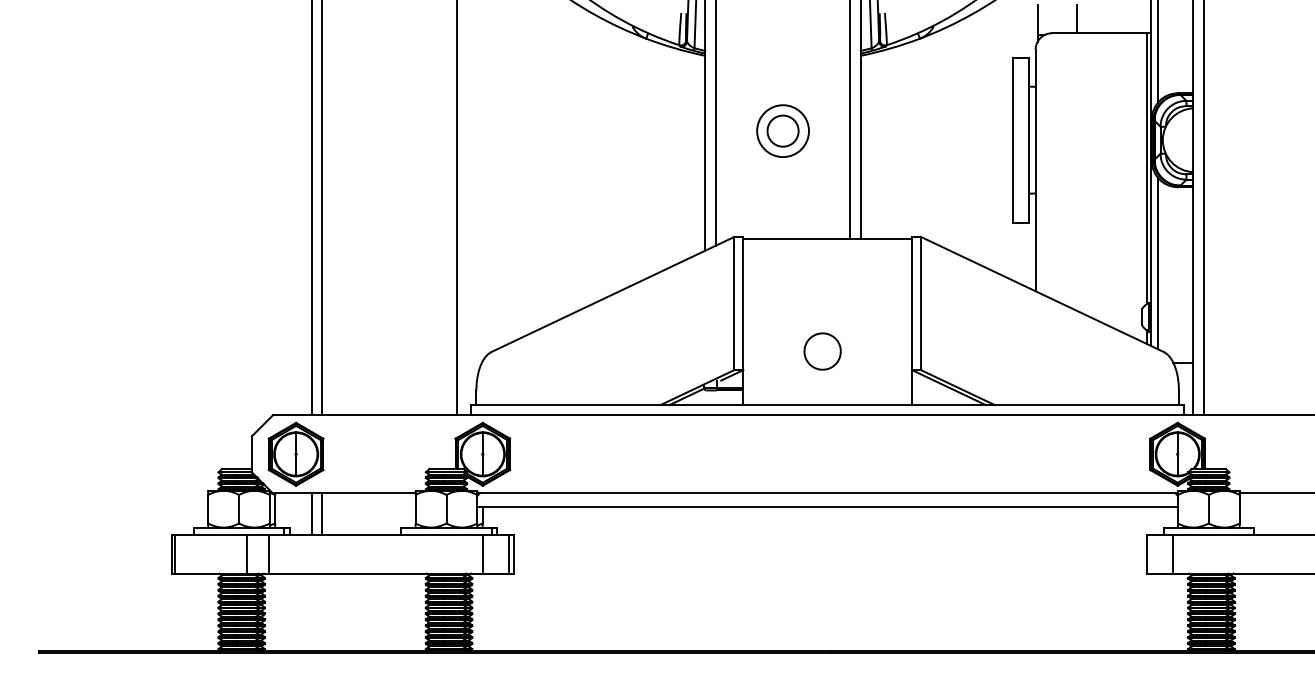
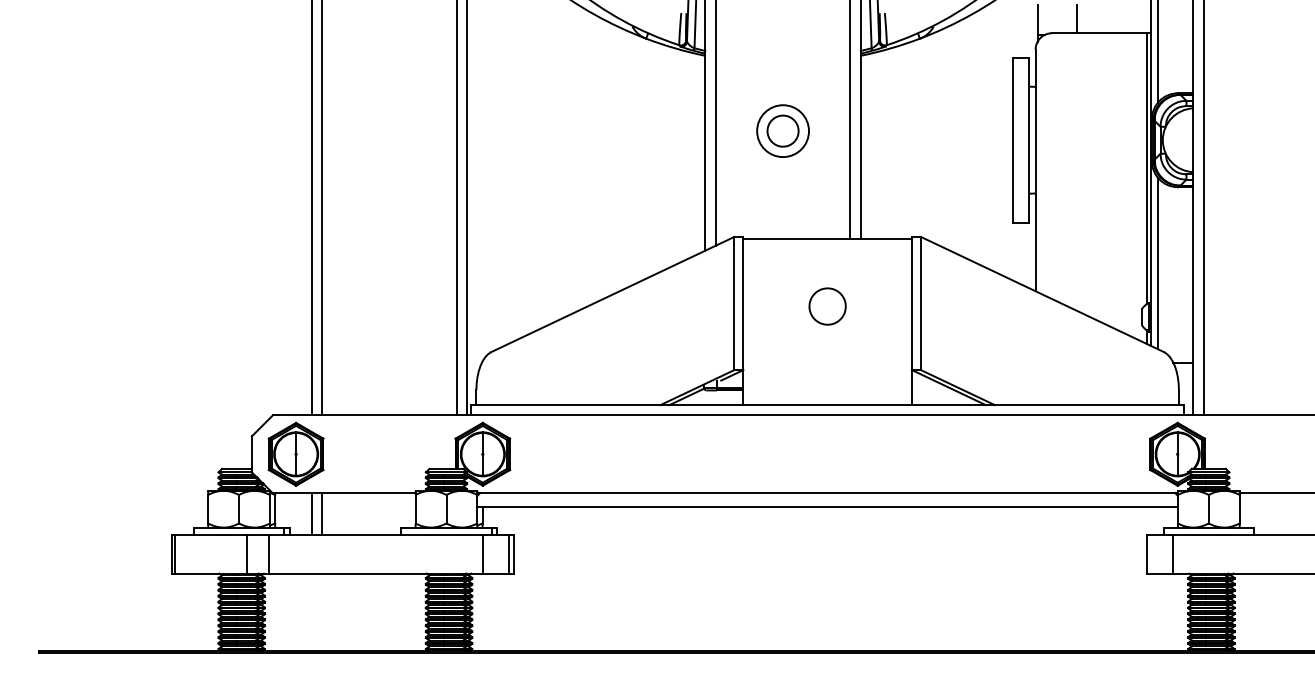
line at (467, 208): none -> present
part at (822, 351) position: (822, 351) -> (827, 306)
